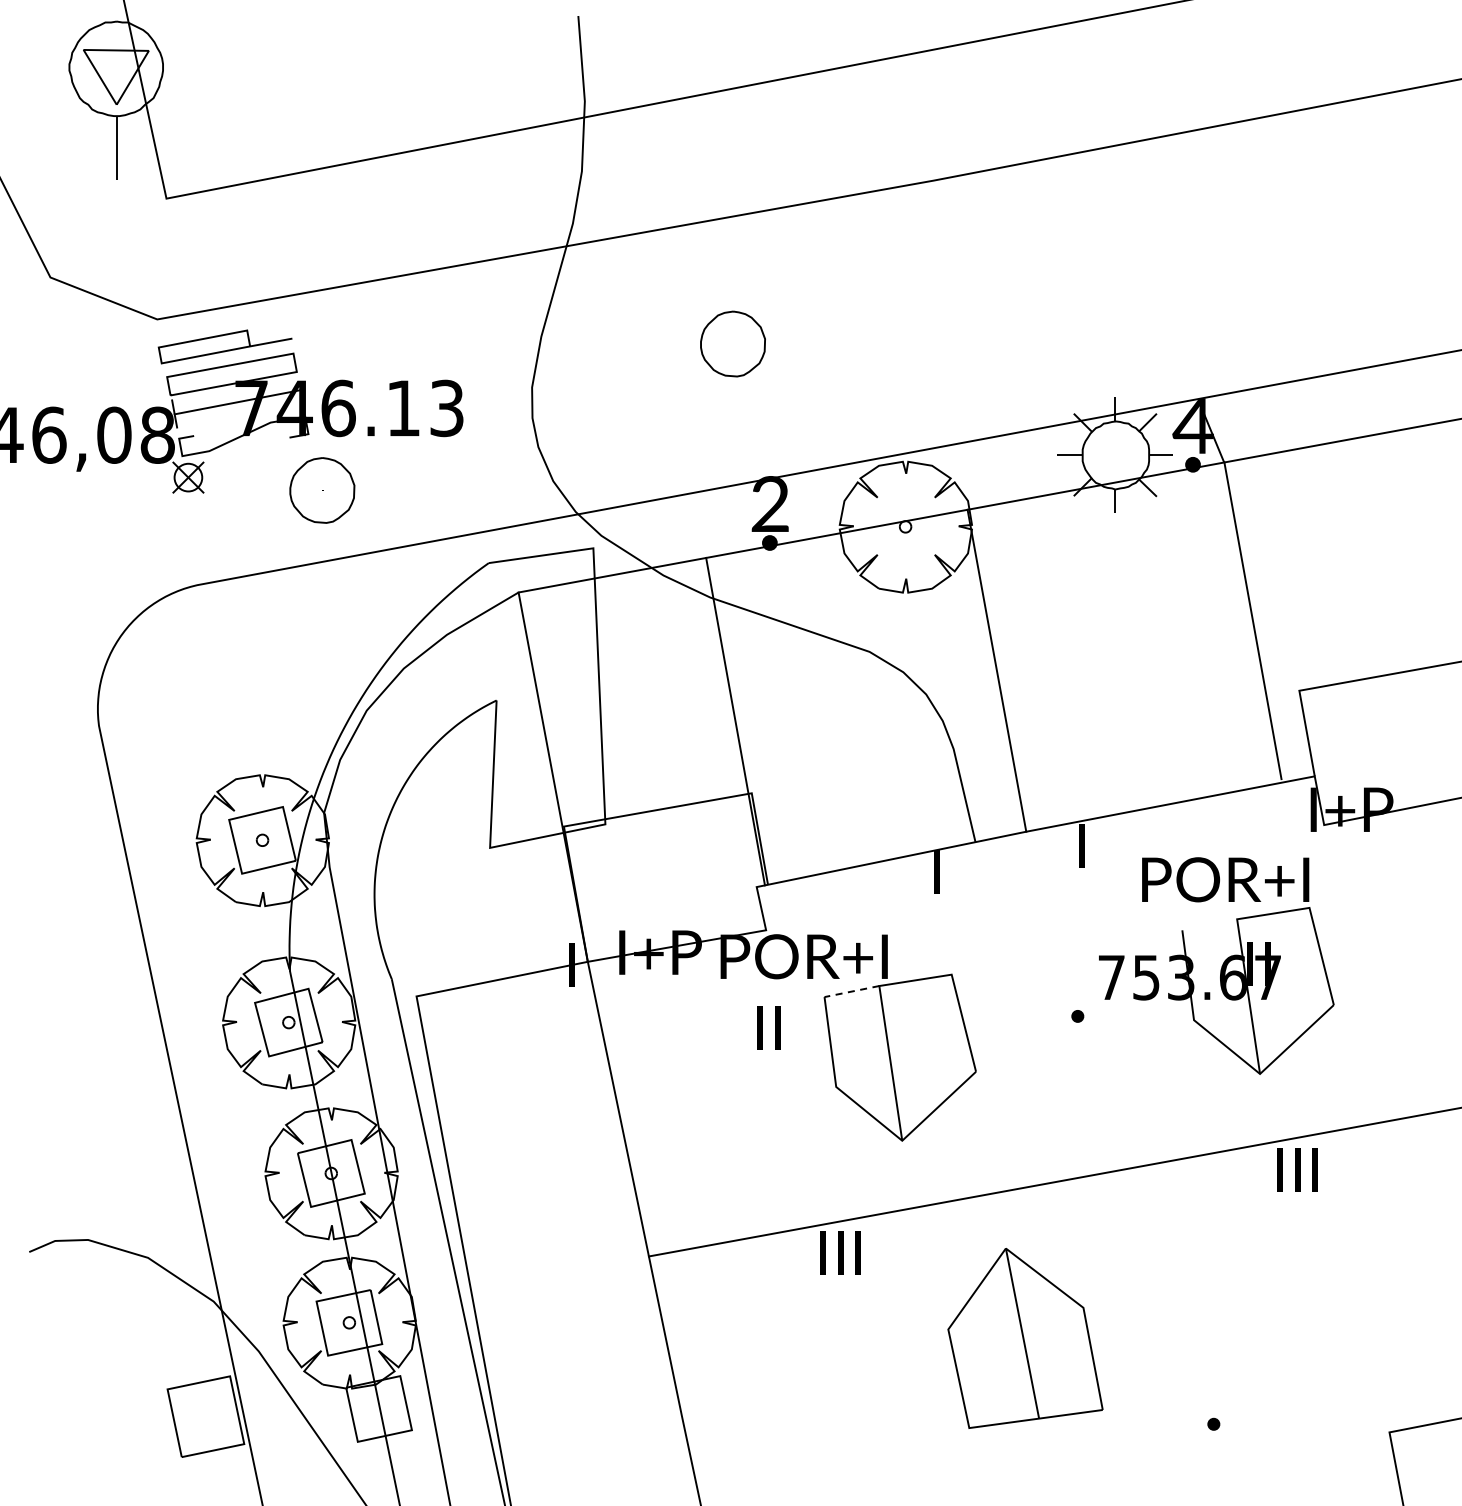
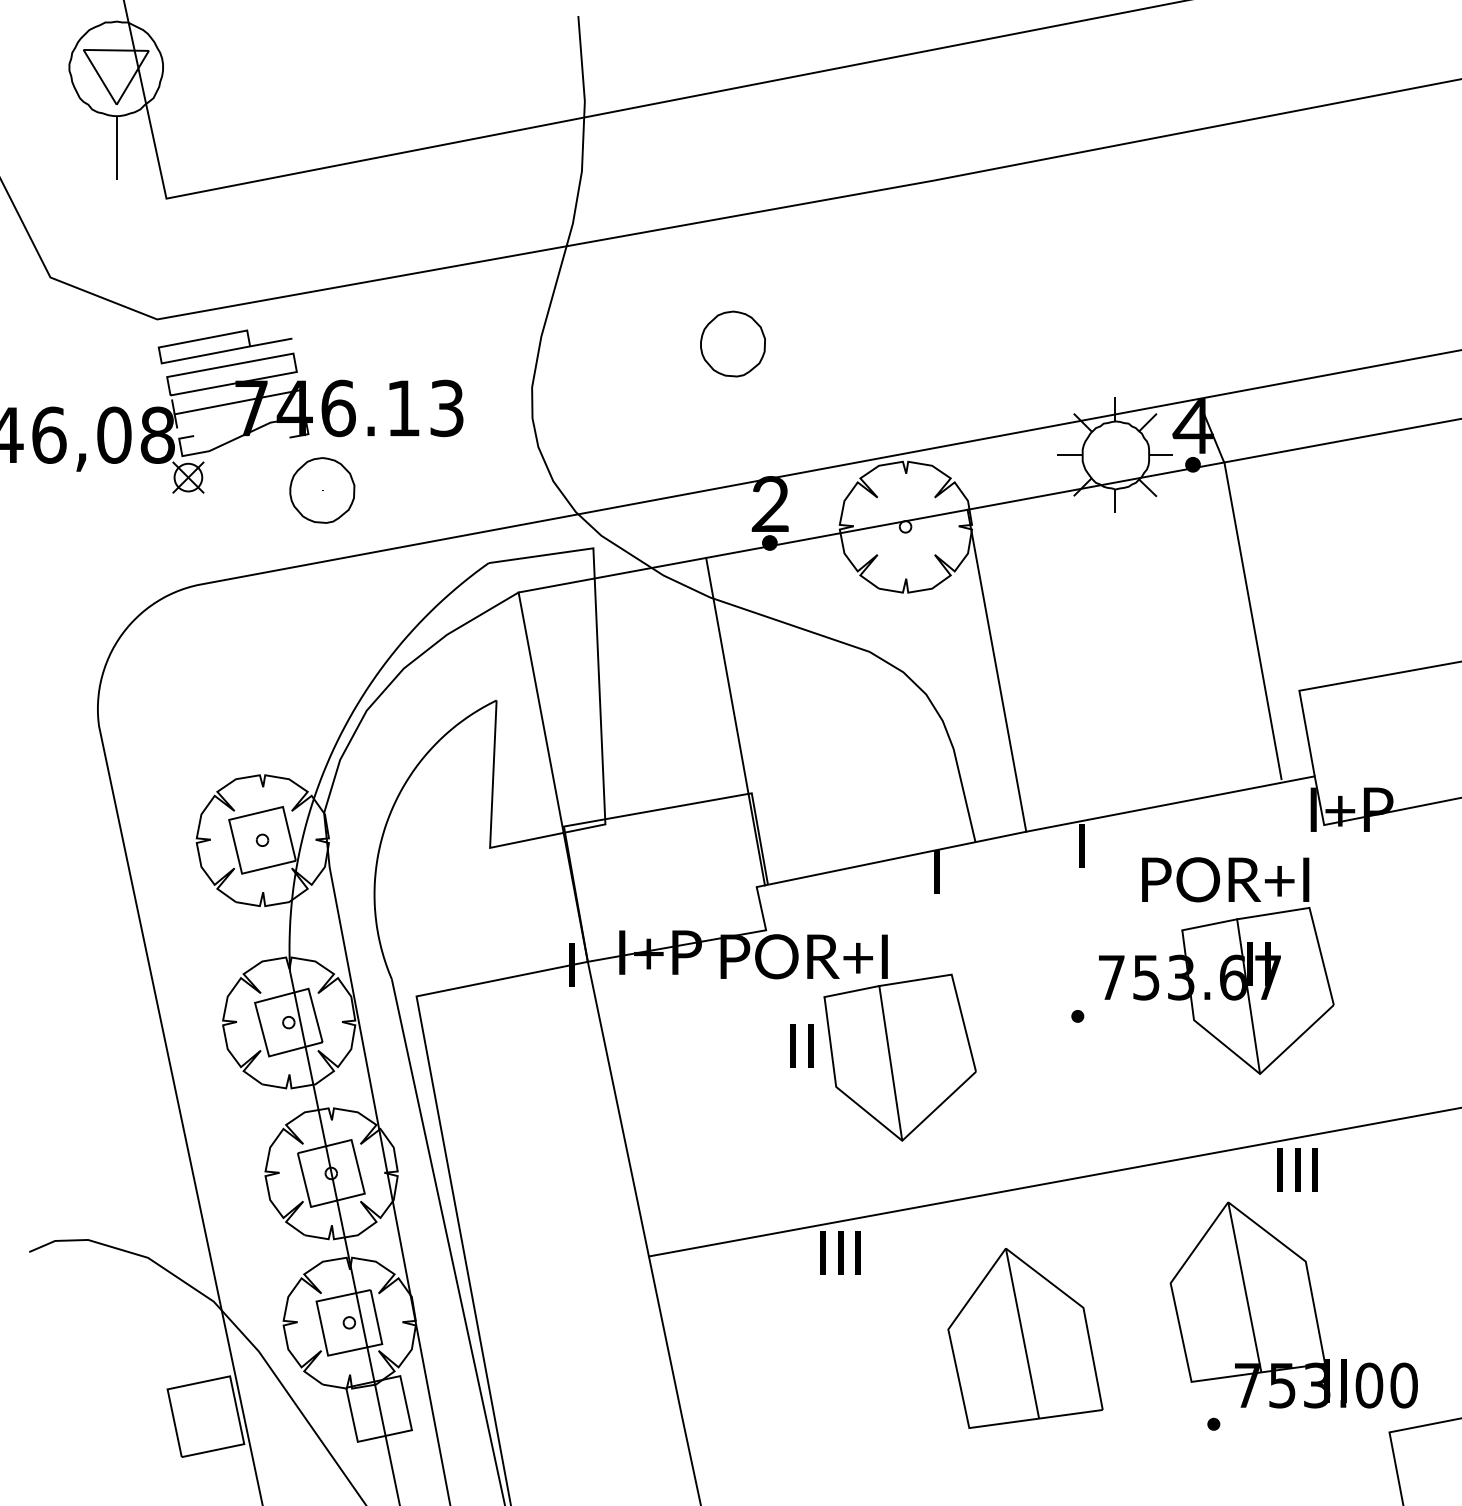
line at (1209, 924): none -> present
line at (851, 991): dashed -> solid
text at (768, 1027) position: (768, 1027) -> (801, 1045)
part at (1293, 1304): none -> present
